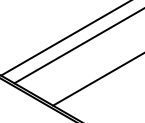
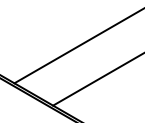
line at (65, 38): present -> none
